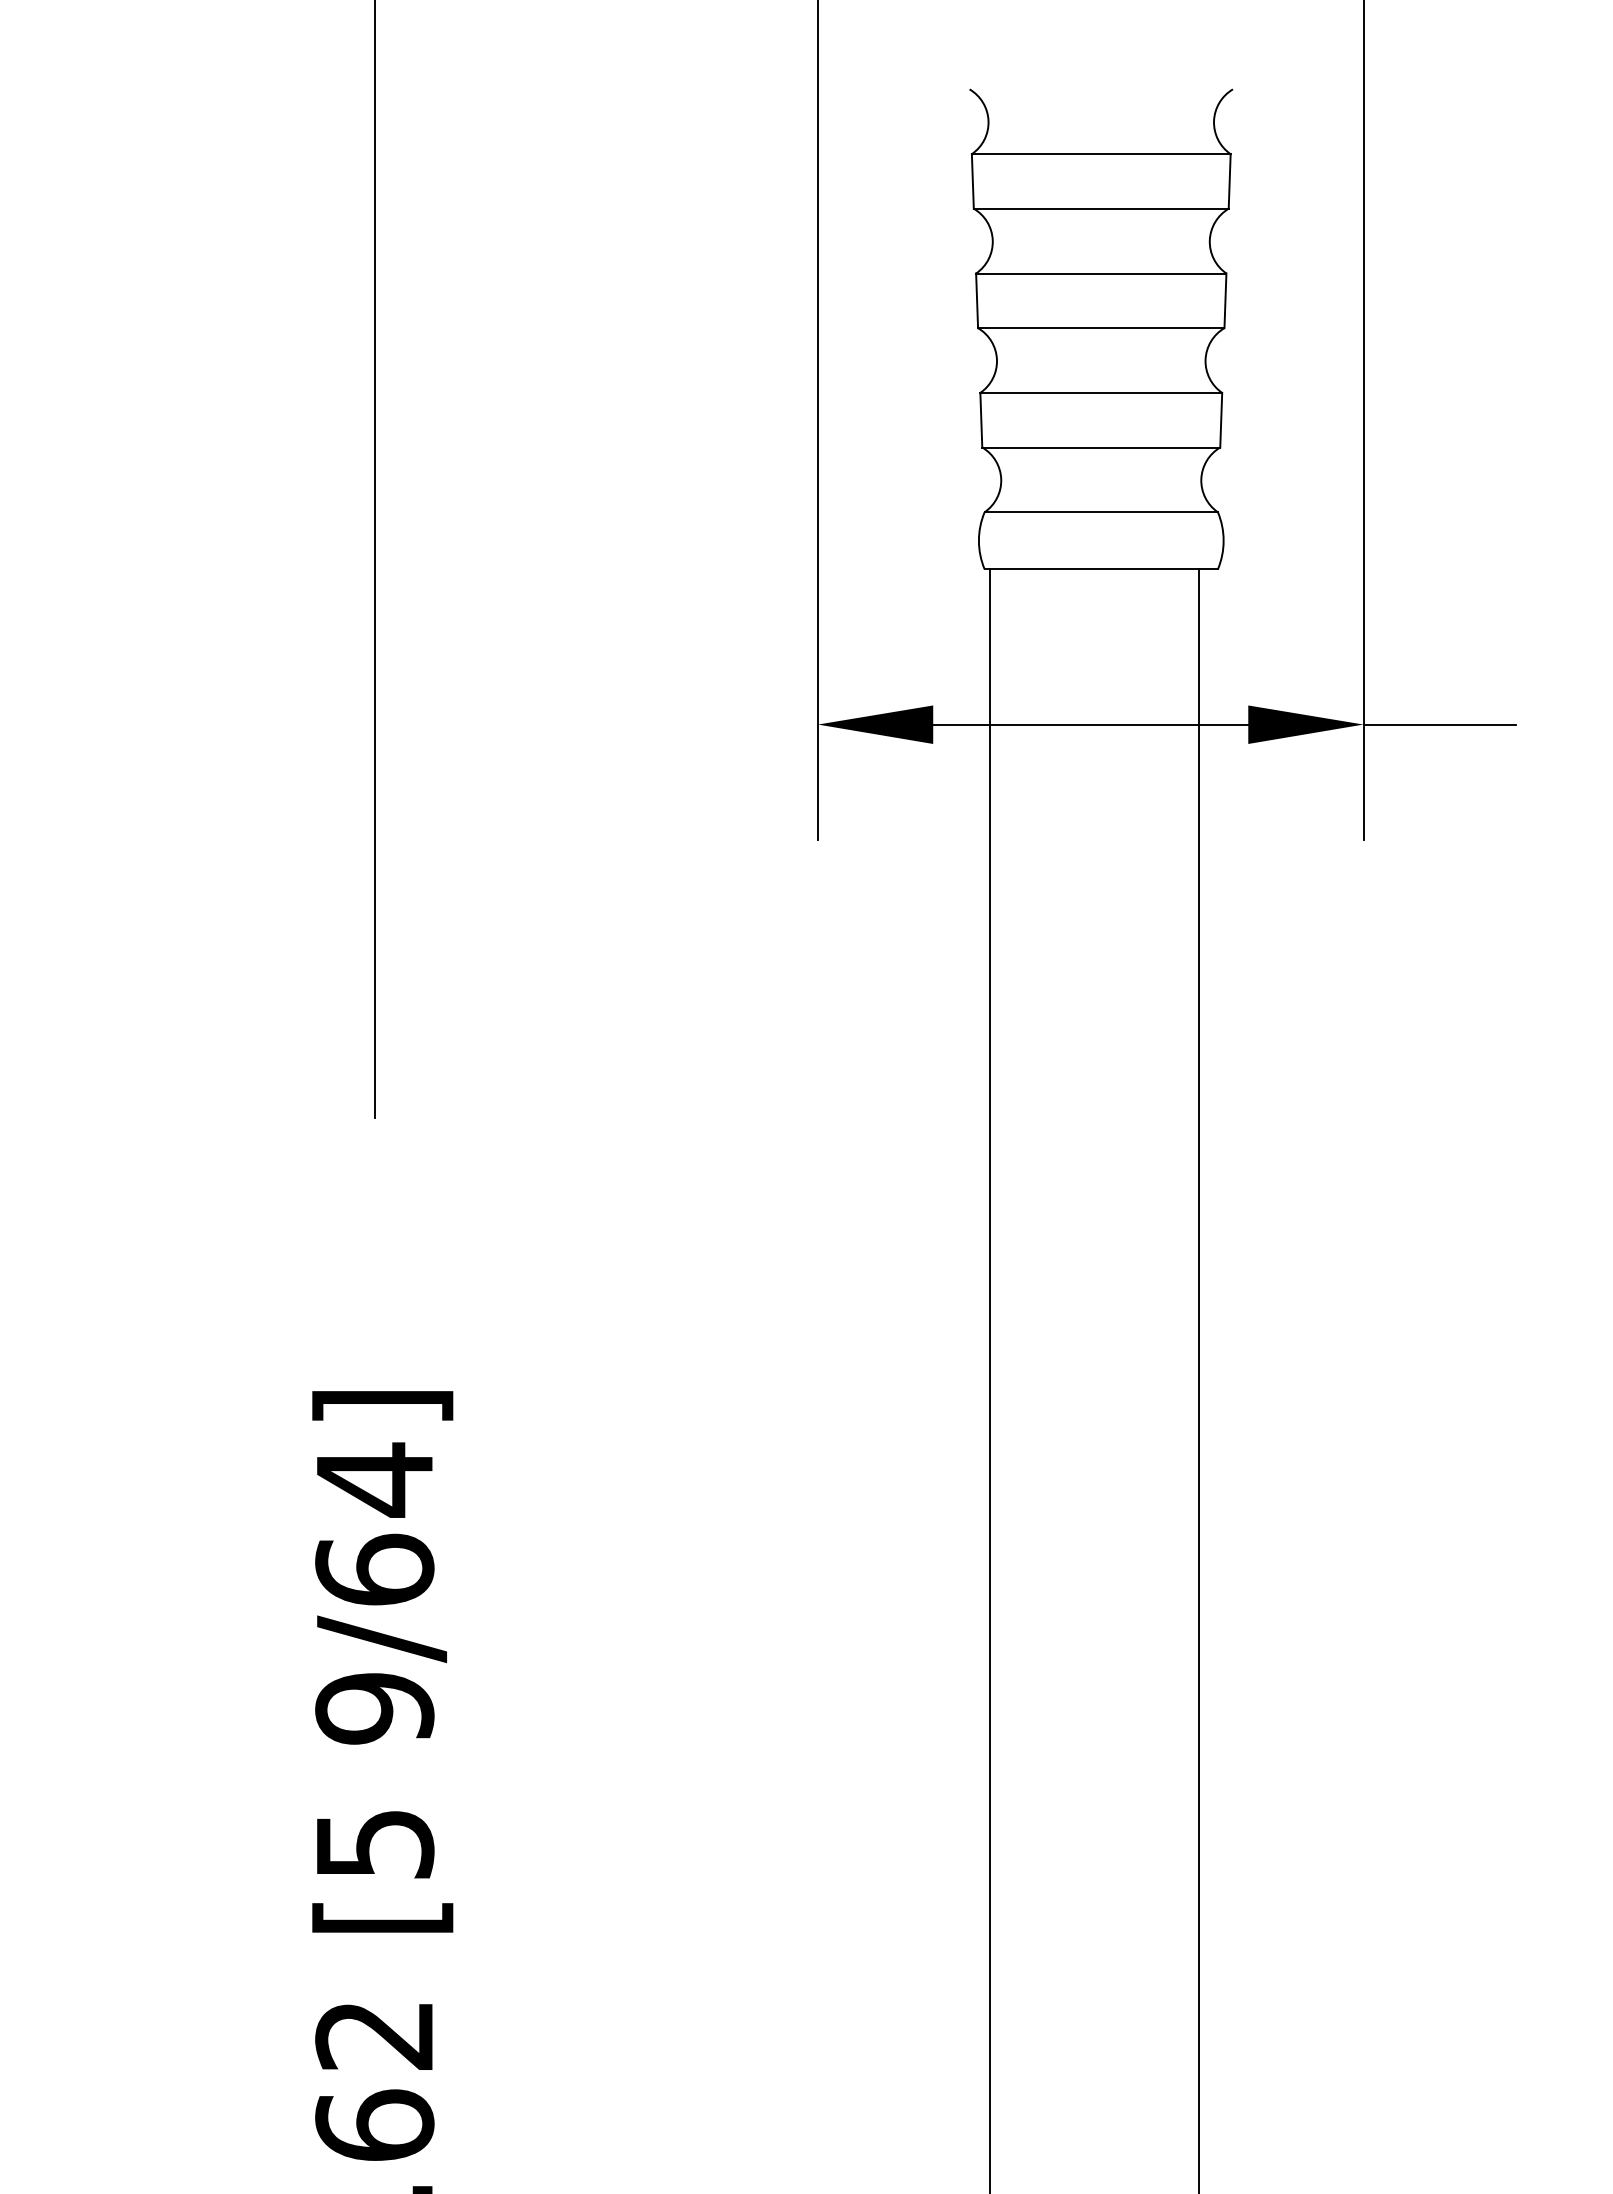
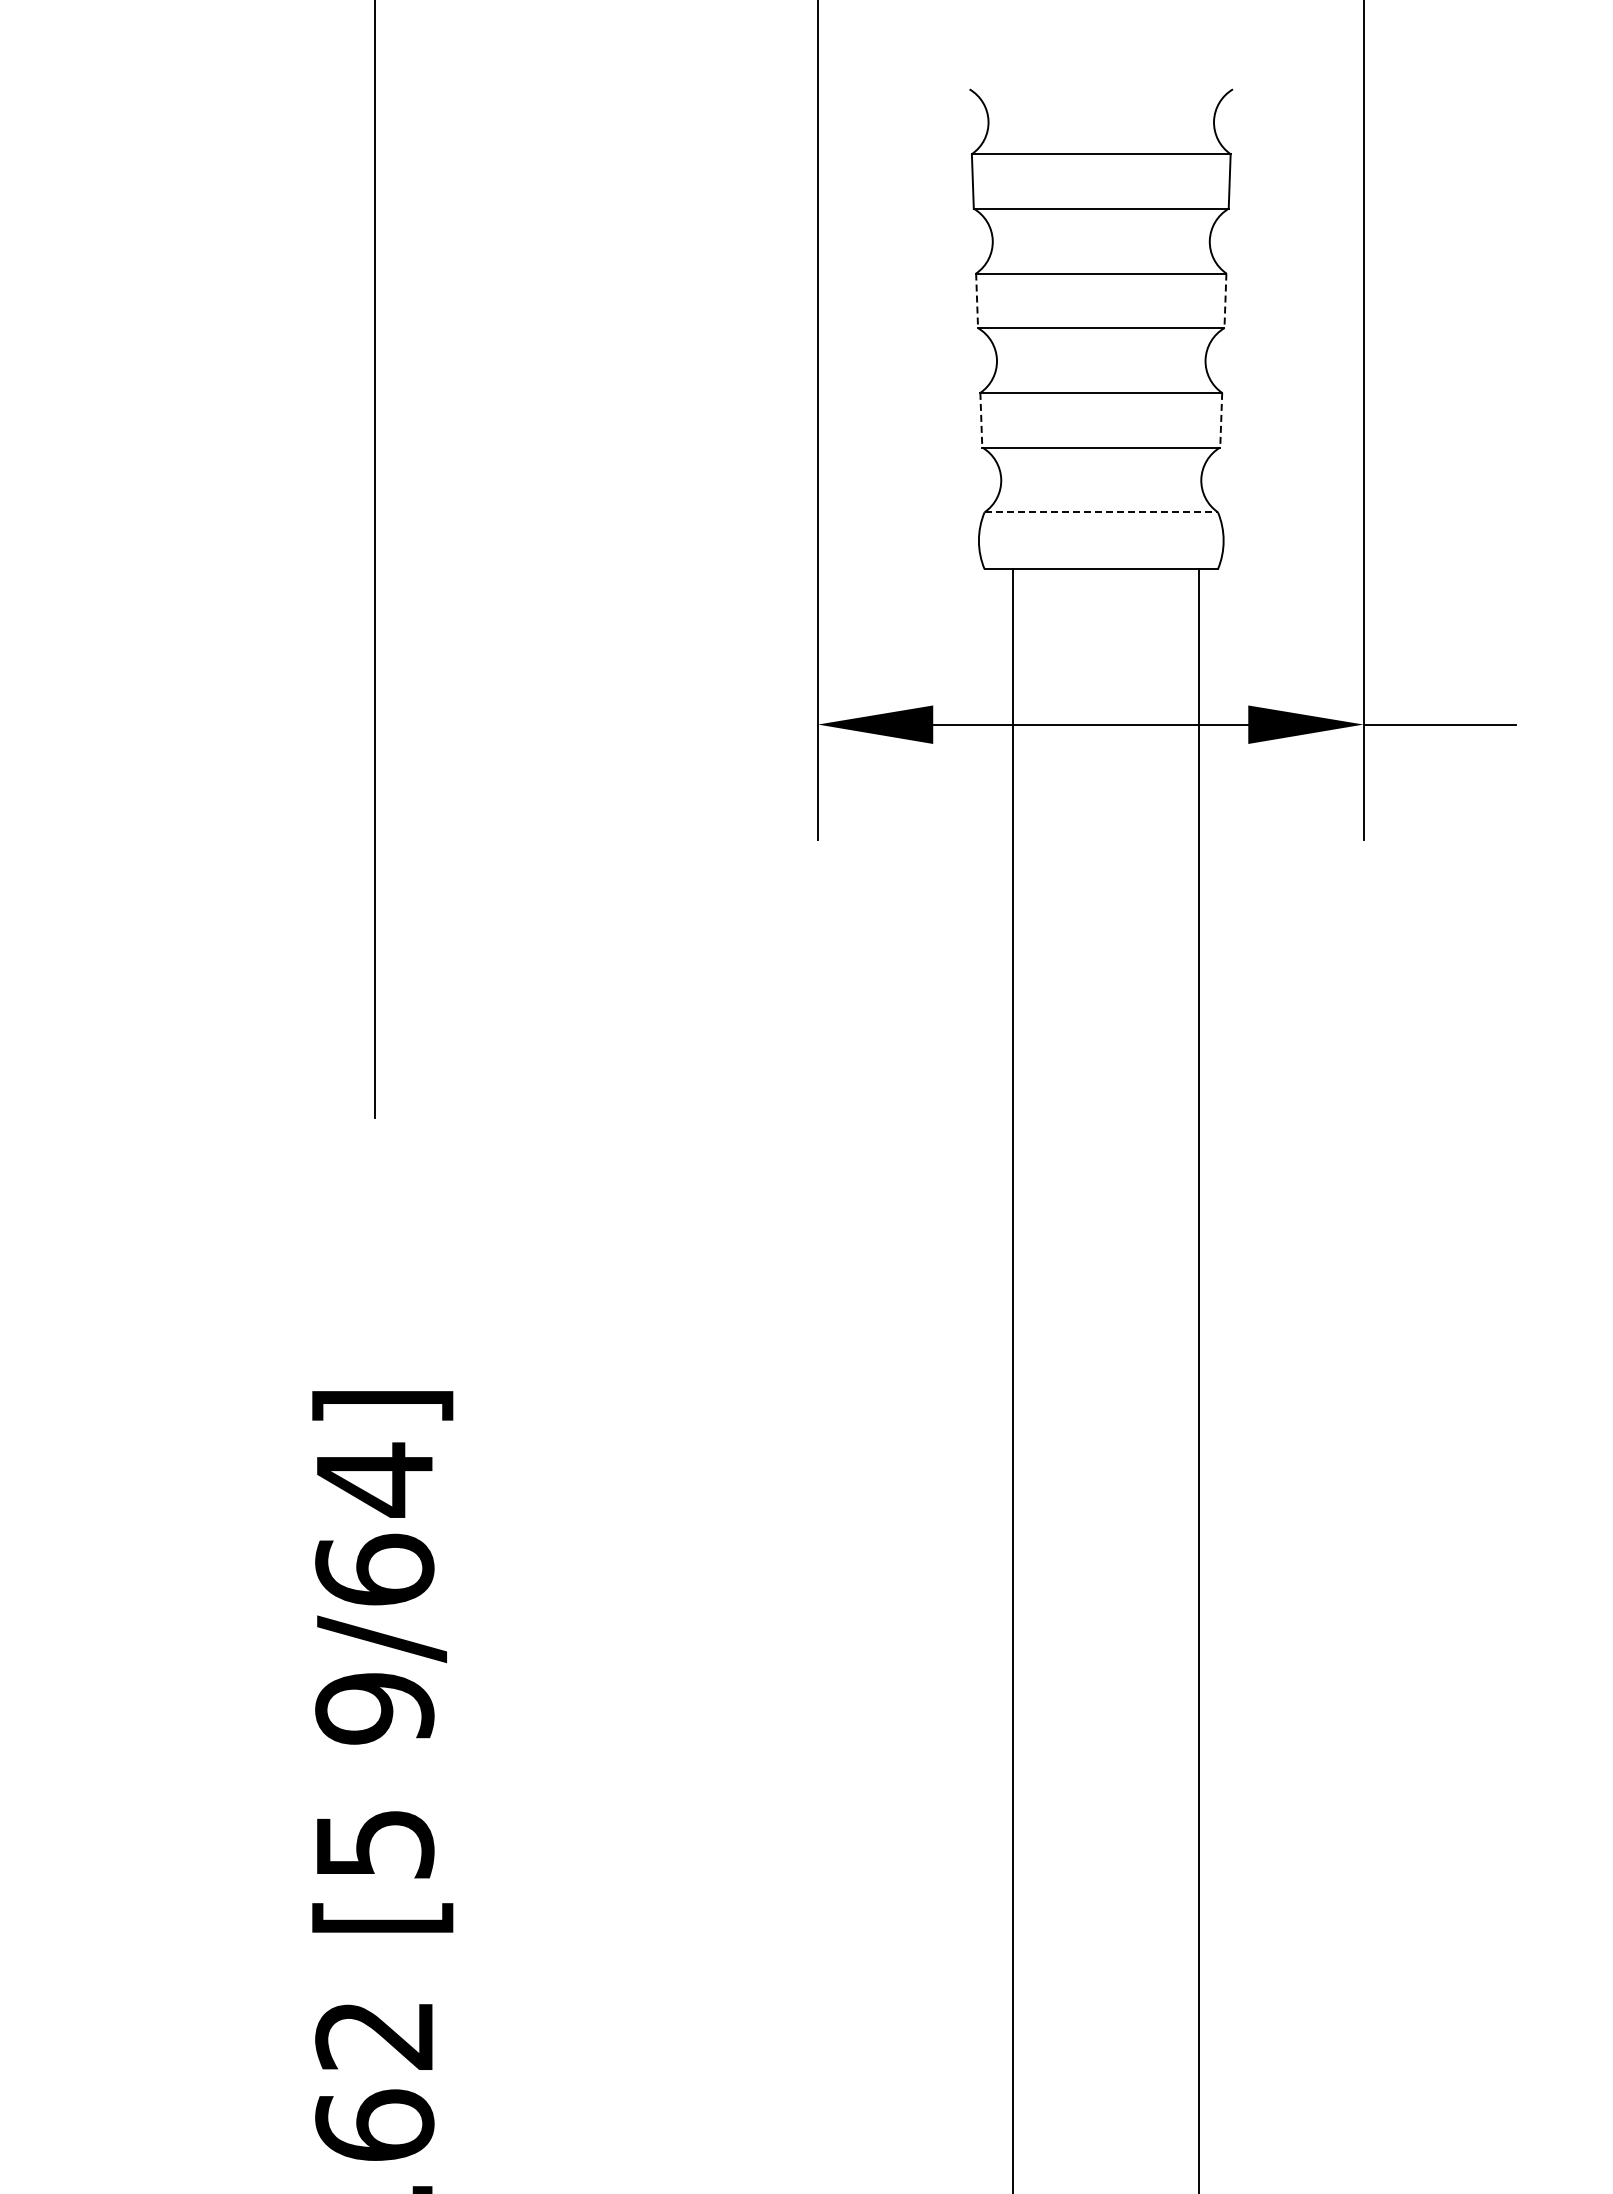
line at (977, 301): solid -> dashed
line at (1225, 301): solid -> dashed
line at (981, 420): solid -> dashed
line at (1221, 420): solid -> dashed
line at (1101, 512): solid -> dashed
line at (990, 1379) position: (990, 1379) -> (1013, 1379)
